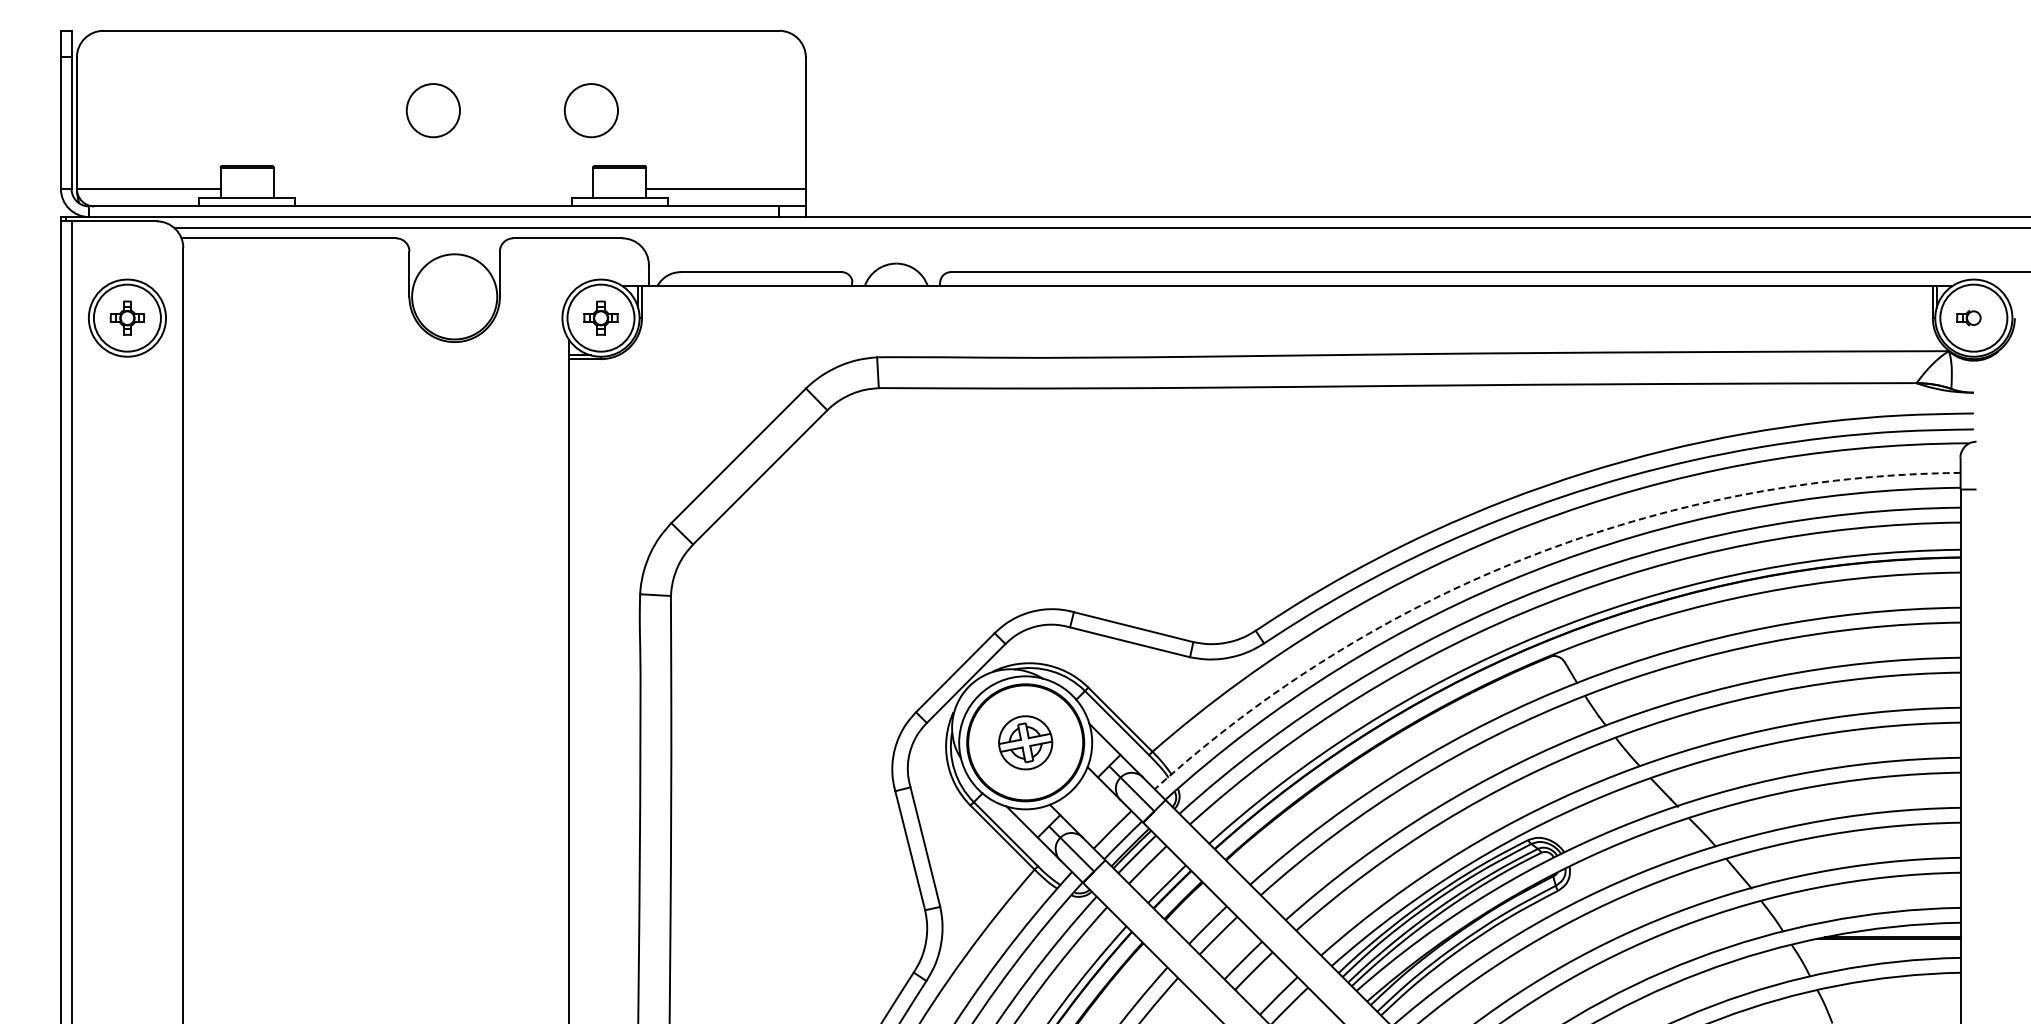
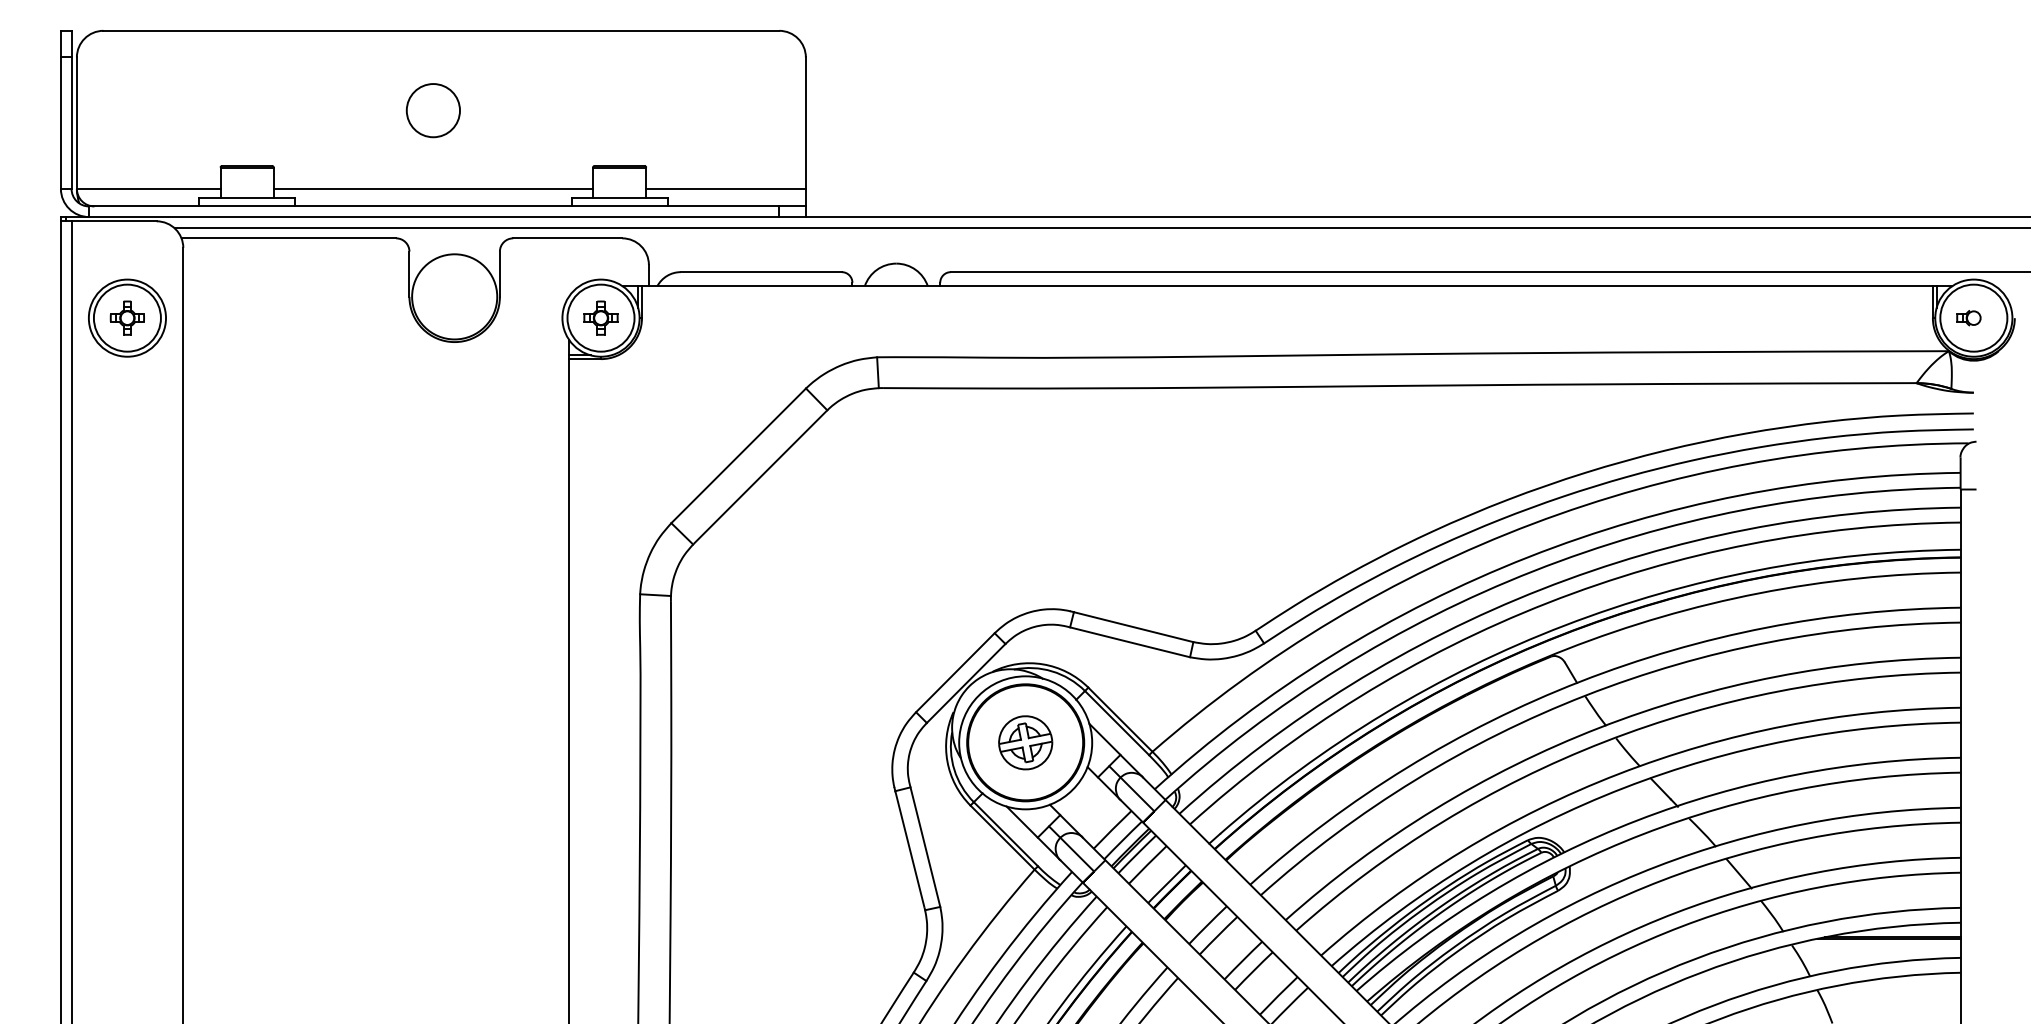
circle at (590, 110): present -> none
line at (433, 188): none -> present
arc at (1528, 557): dashed -> solid
